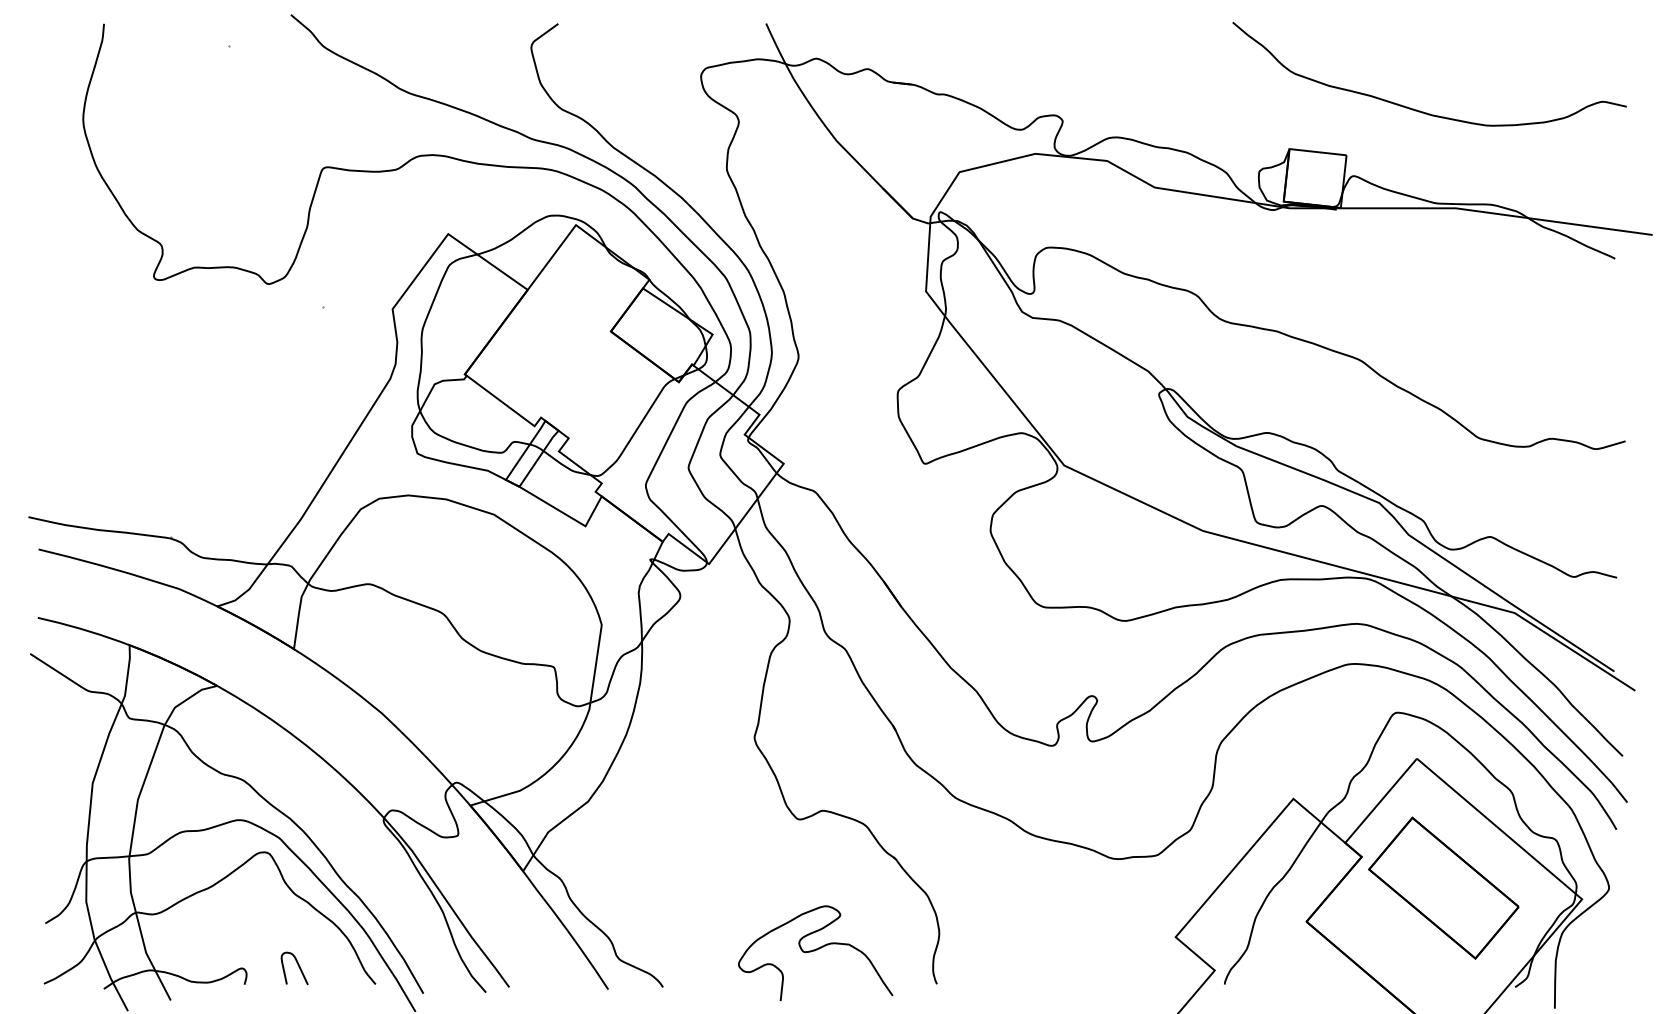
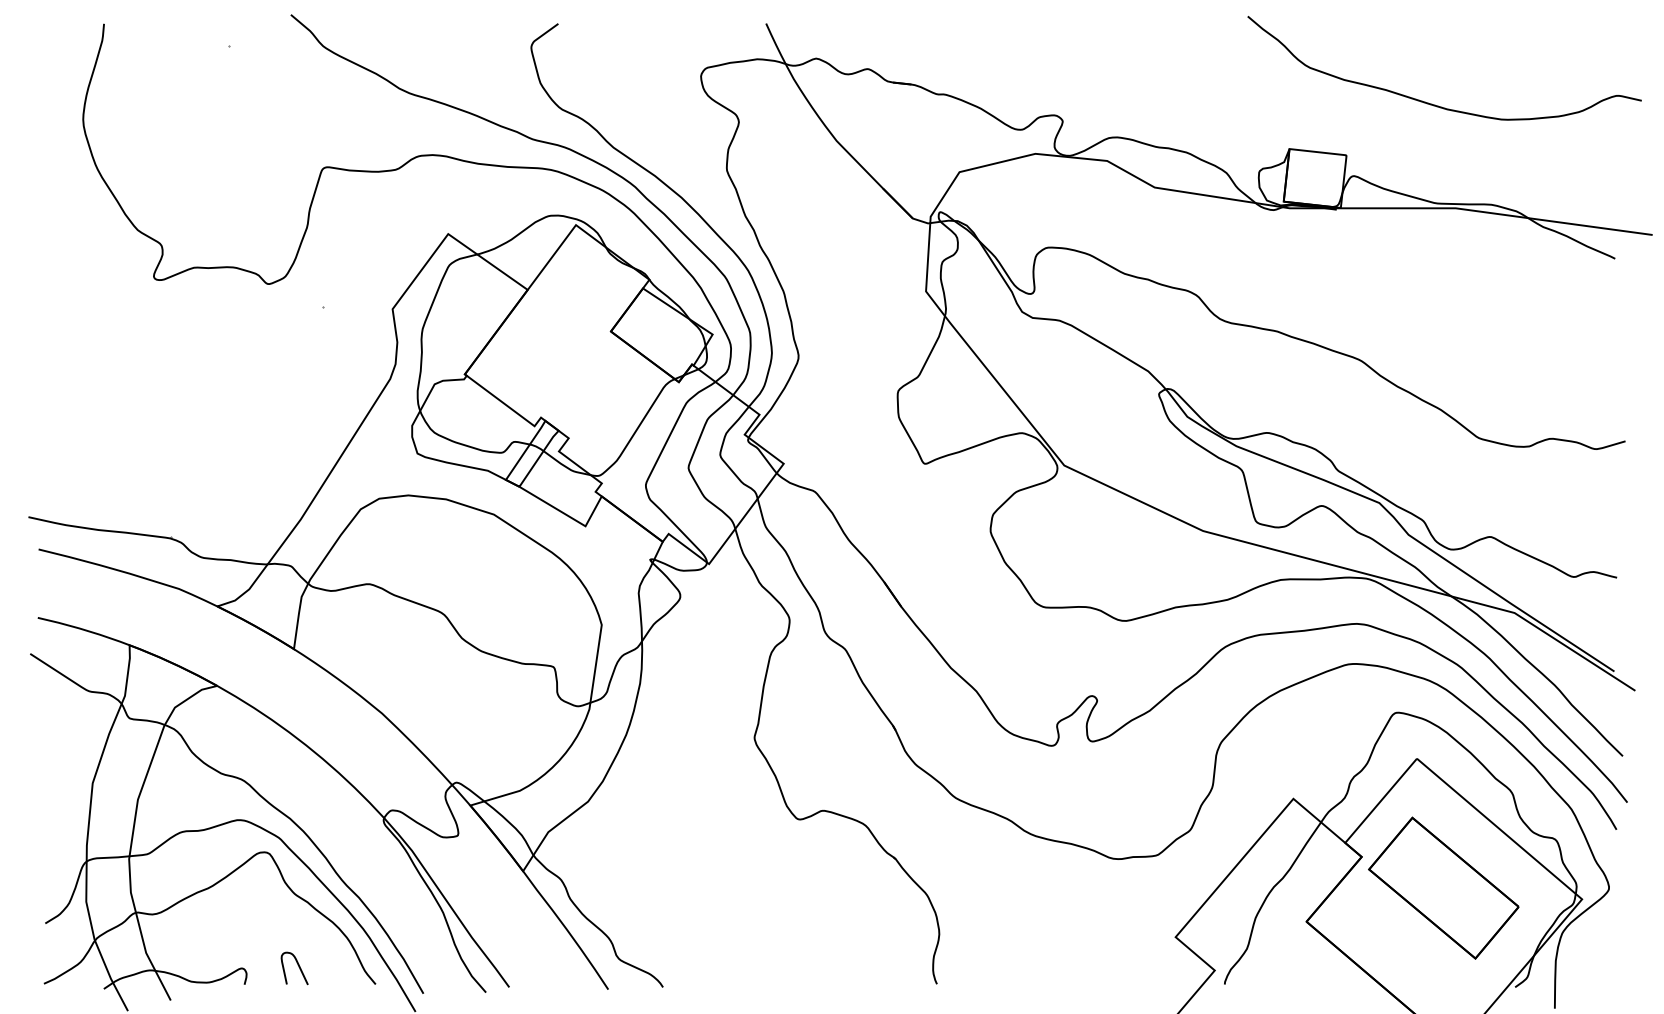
curve at (1420, 110) position: (1420, 110) -> (1435, 104)
curve at (814, 951): present -> none
